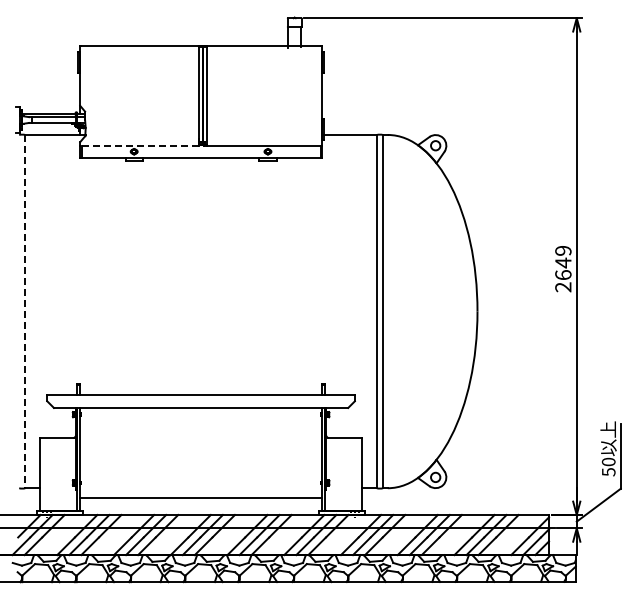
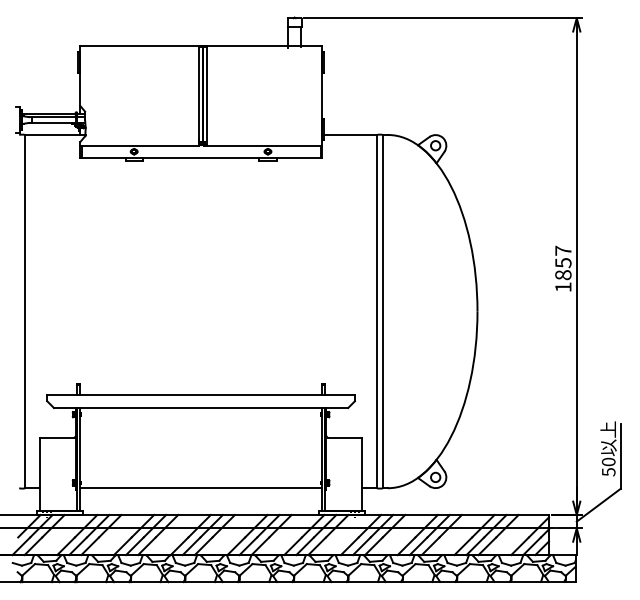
line at (139, 145): dashed -> solid
text at (563, 268): 2649 -> 1857
line at (25, 311): dashed -> solid
line at (201, 498) position: (201, 498) -> (201, 488)
